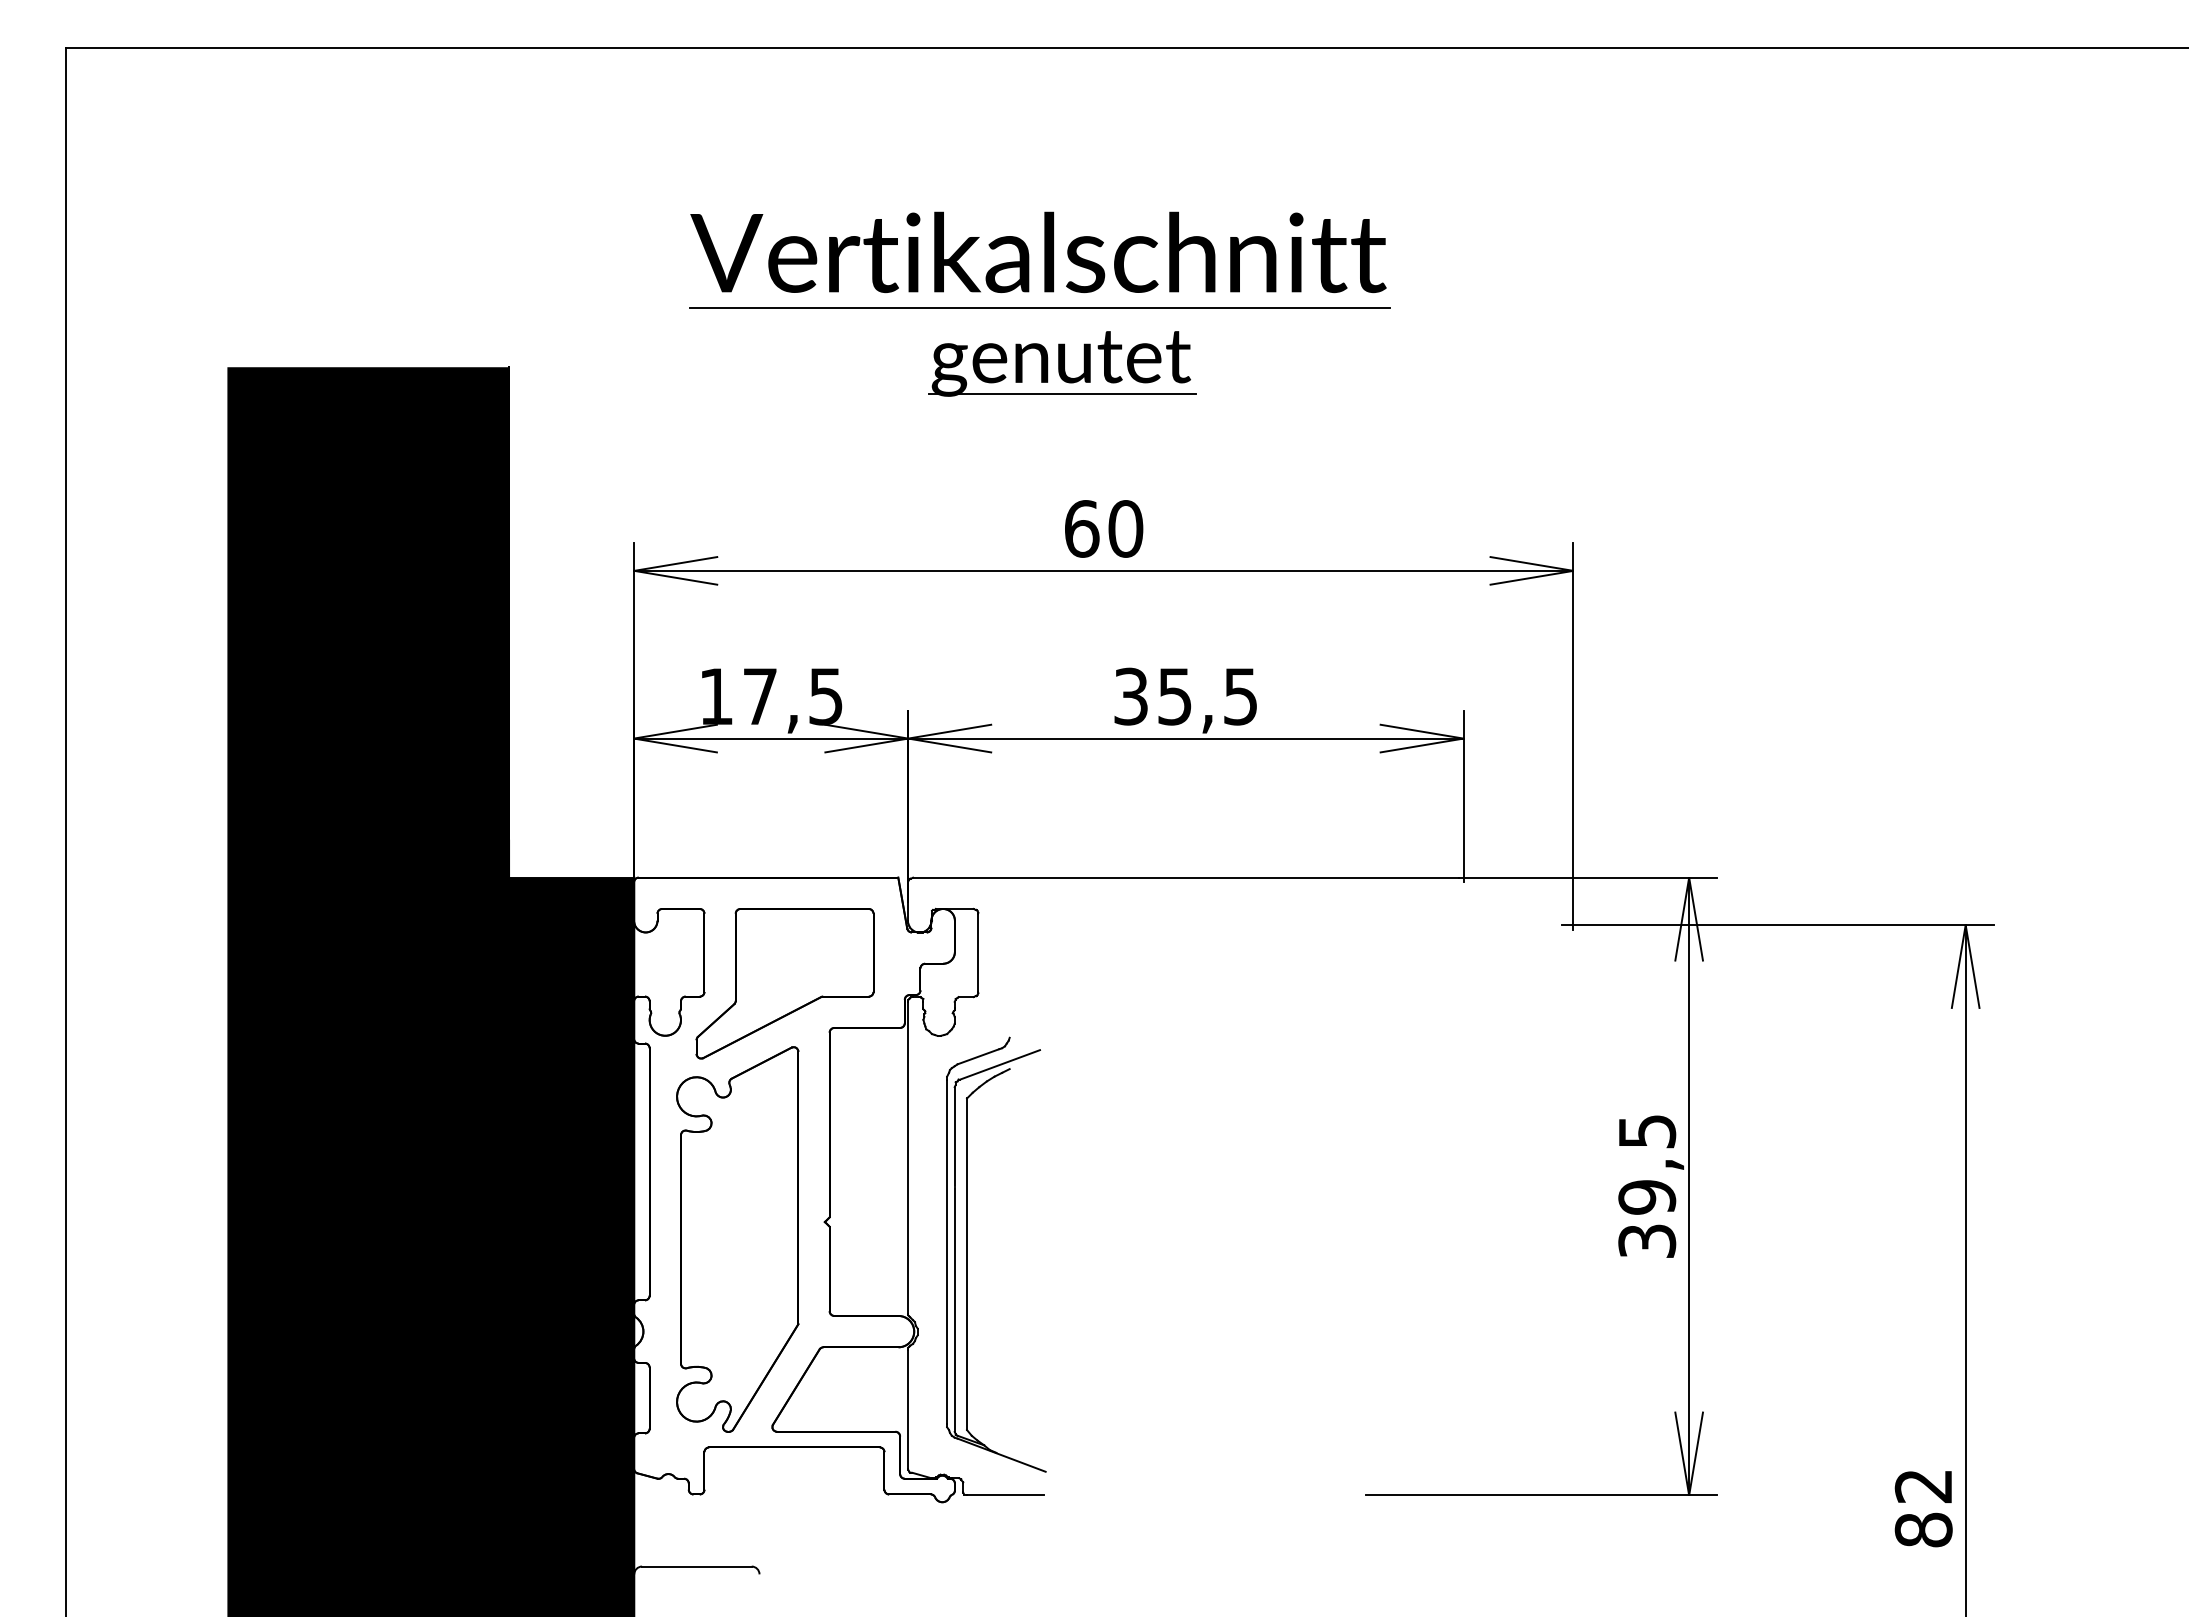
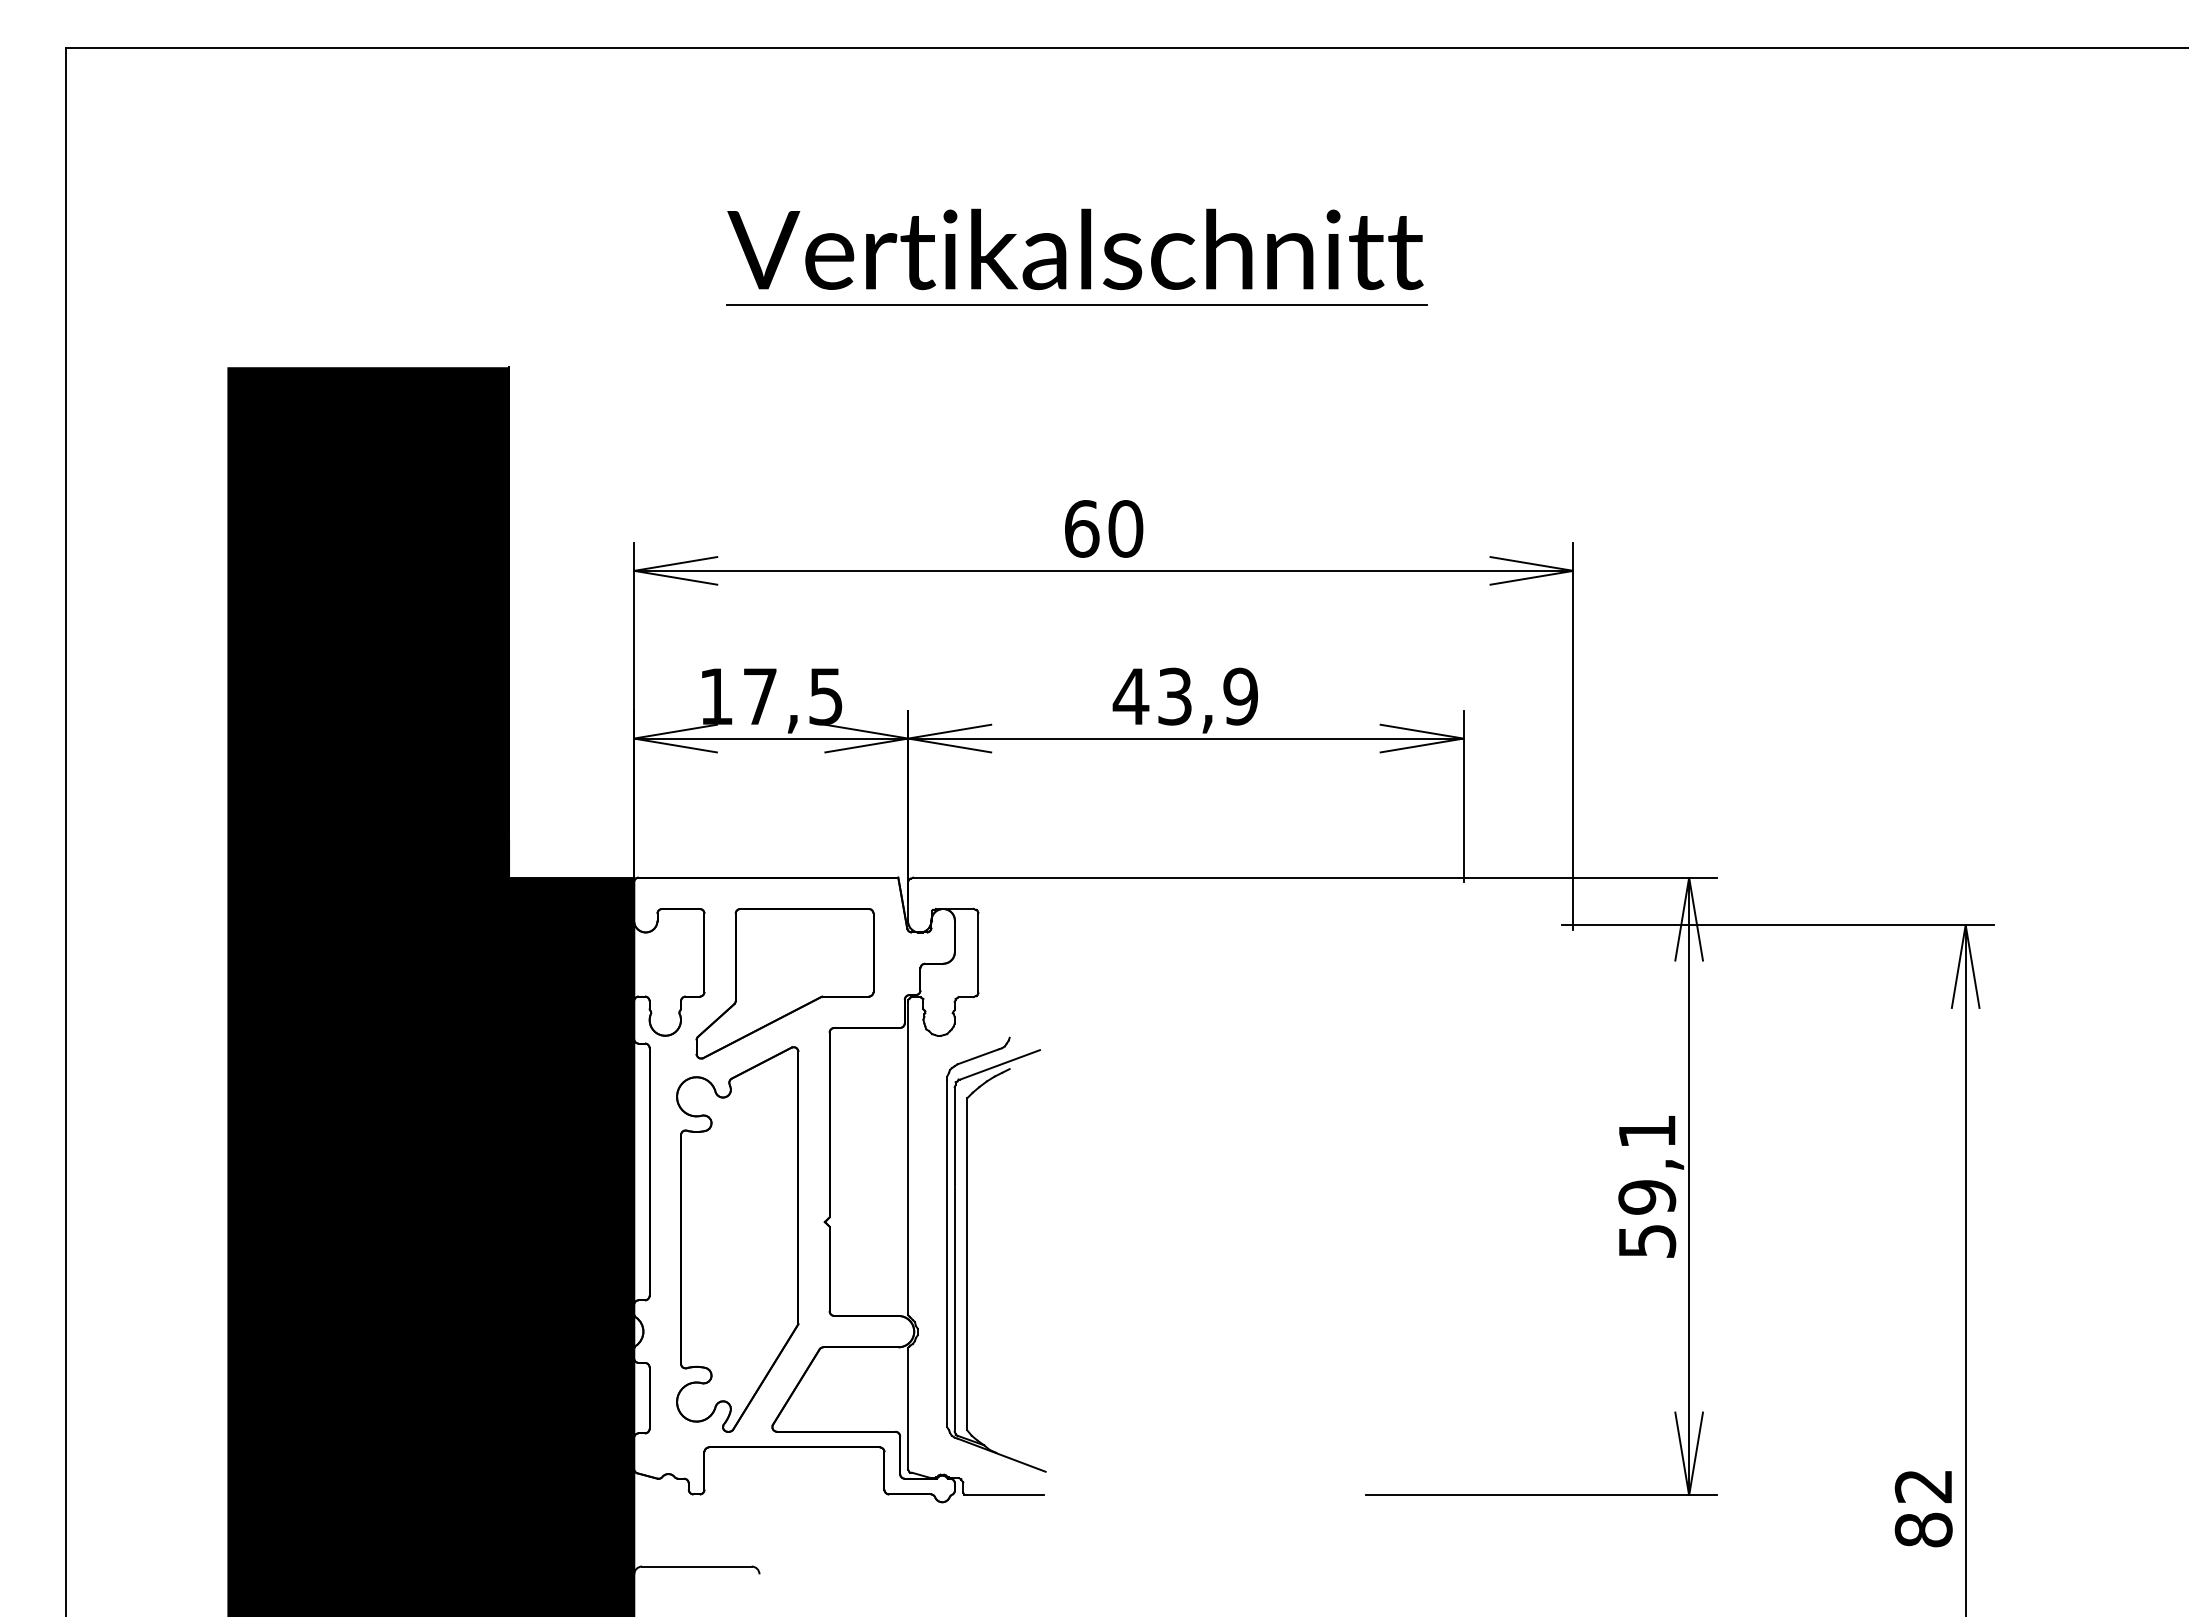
part at (1039, 259) position: (1039, 259) -> (1076, 256)
part at (1062, 363): present -> none
text at (1184, 696): 35,5 -> 43,9
text at (1647, 1186): 39,5 -> 59,1
